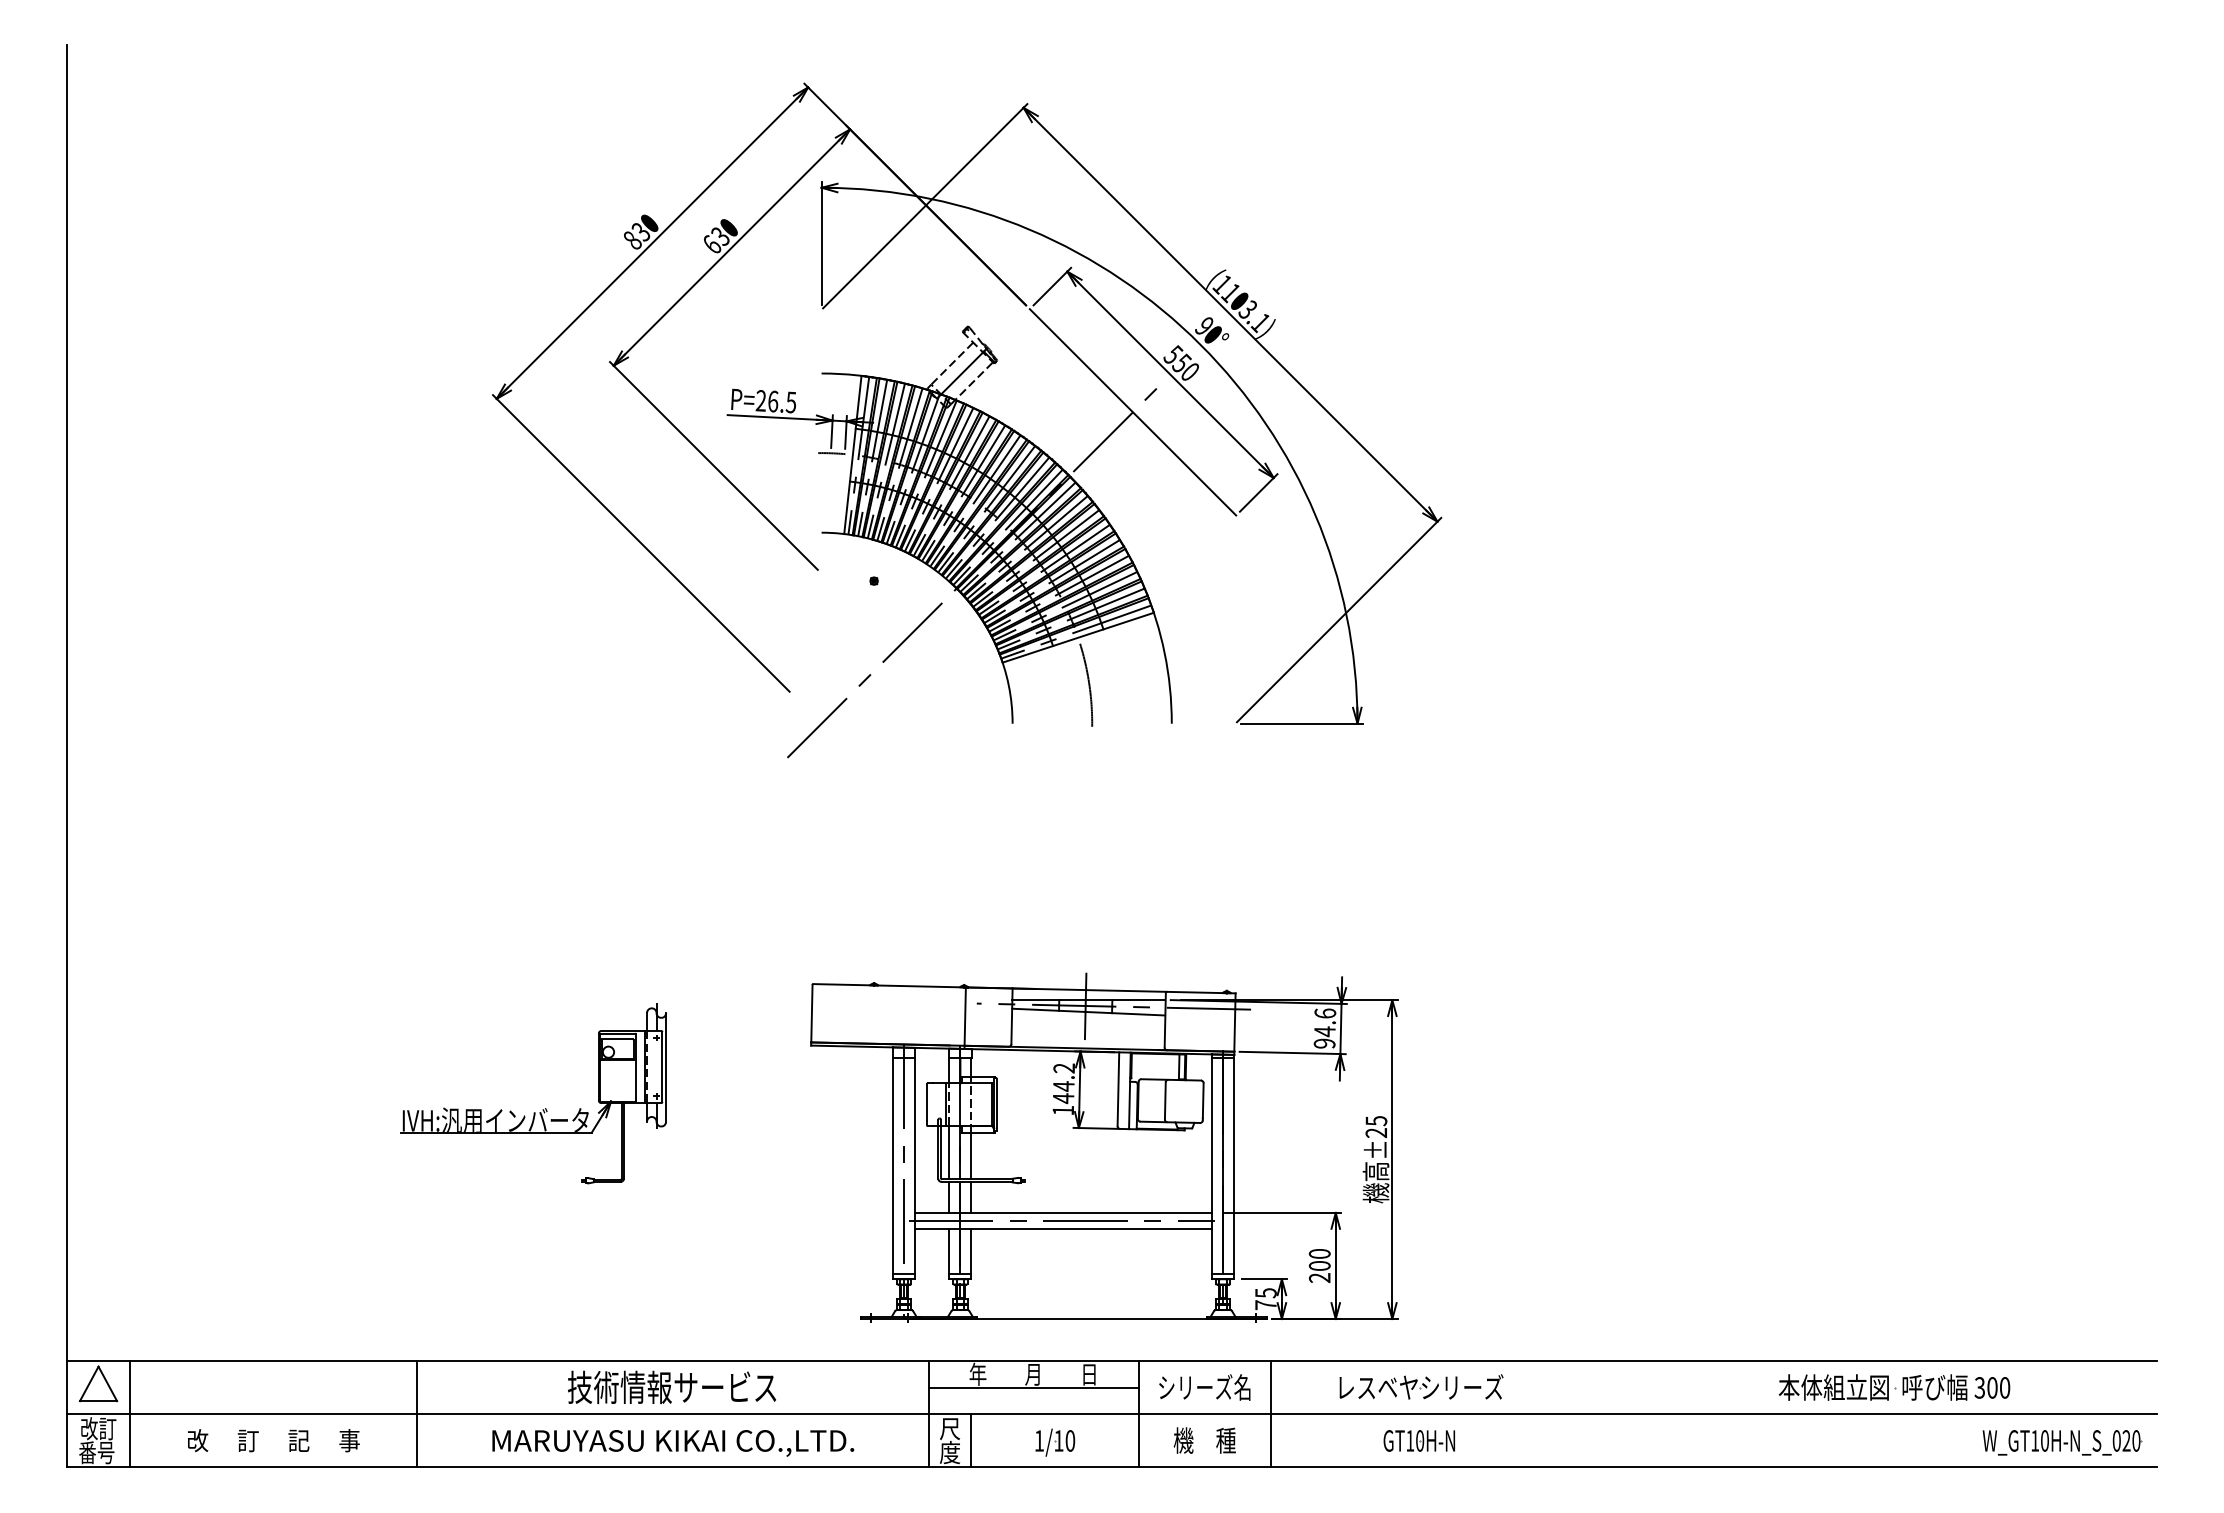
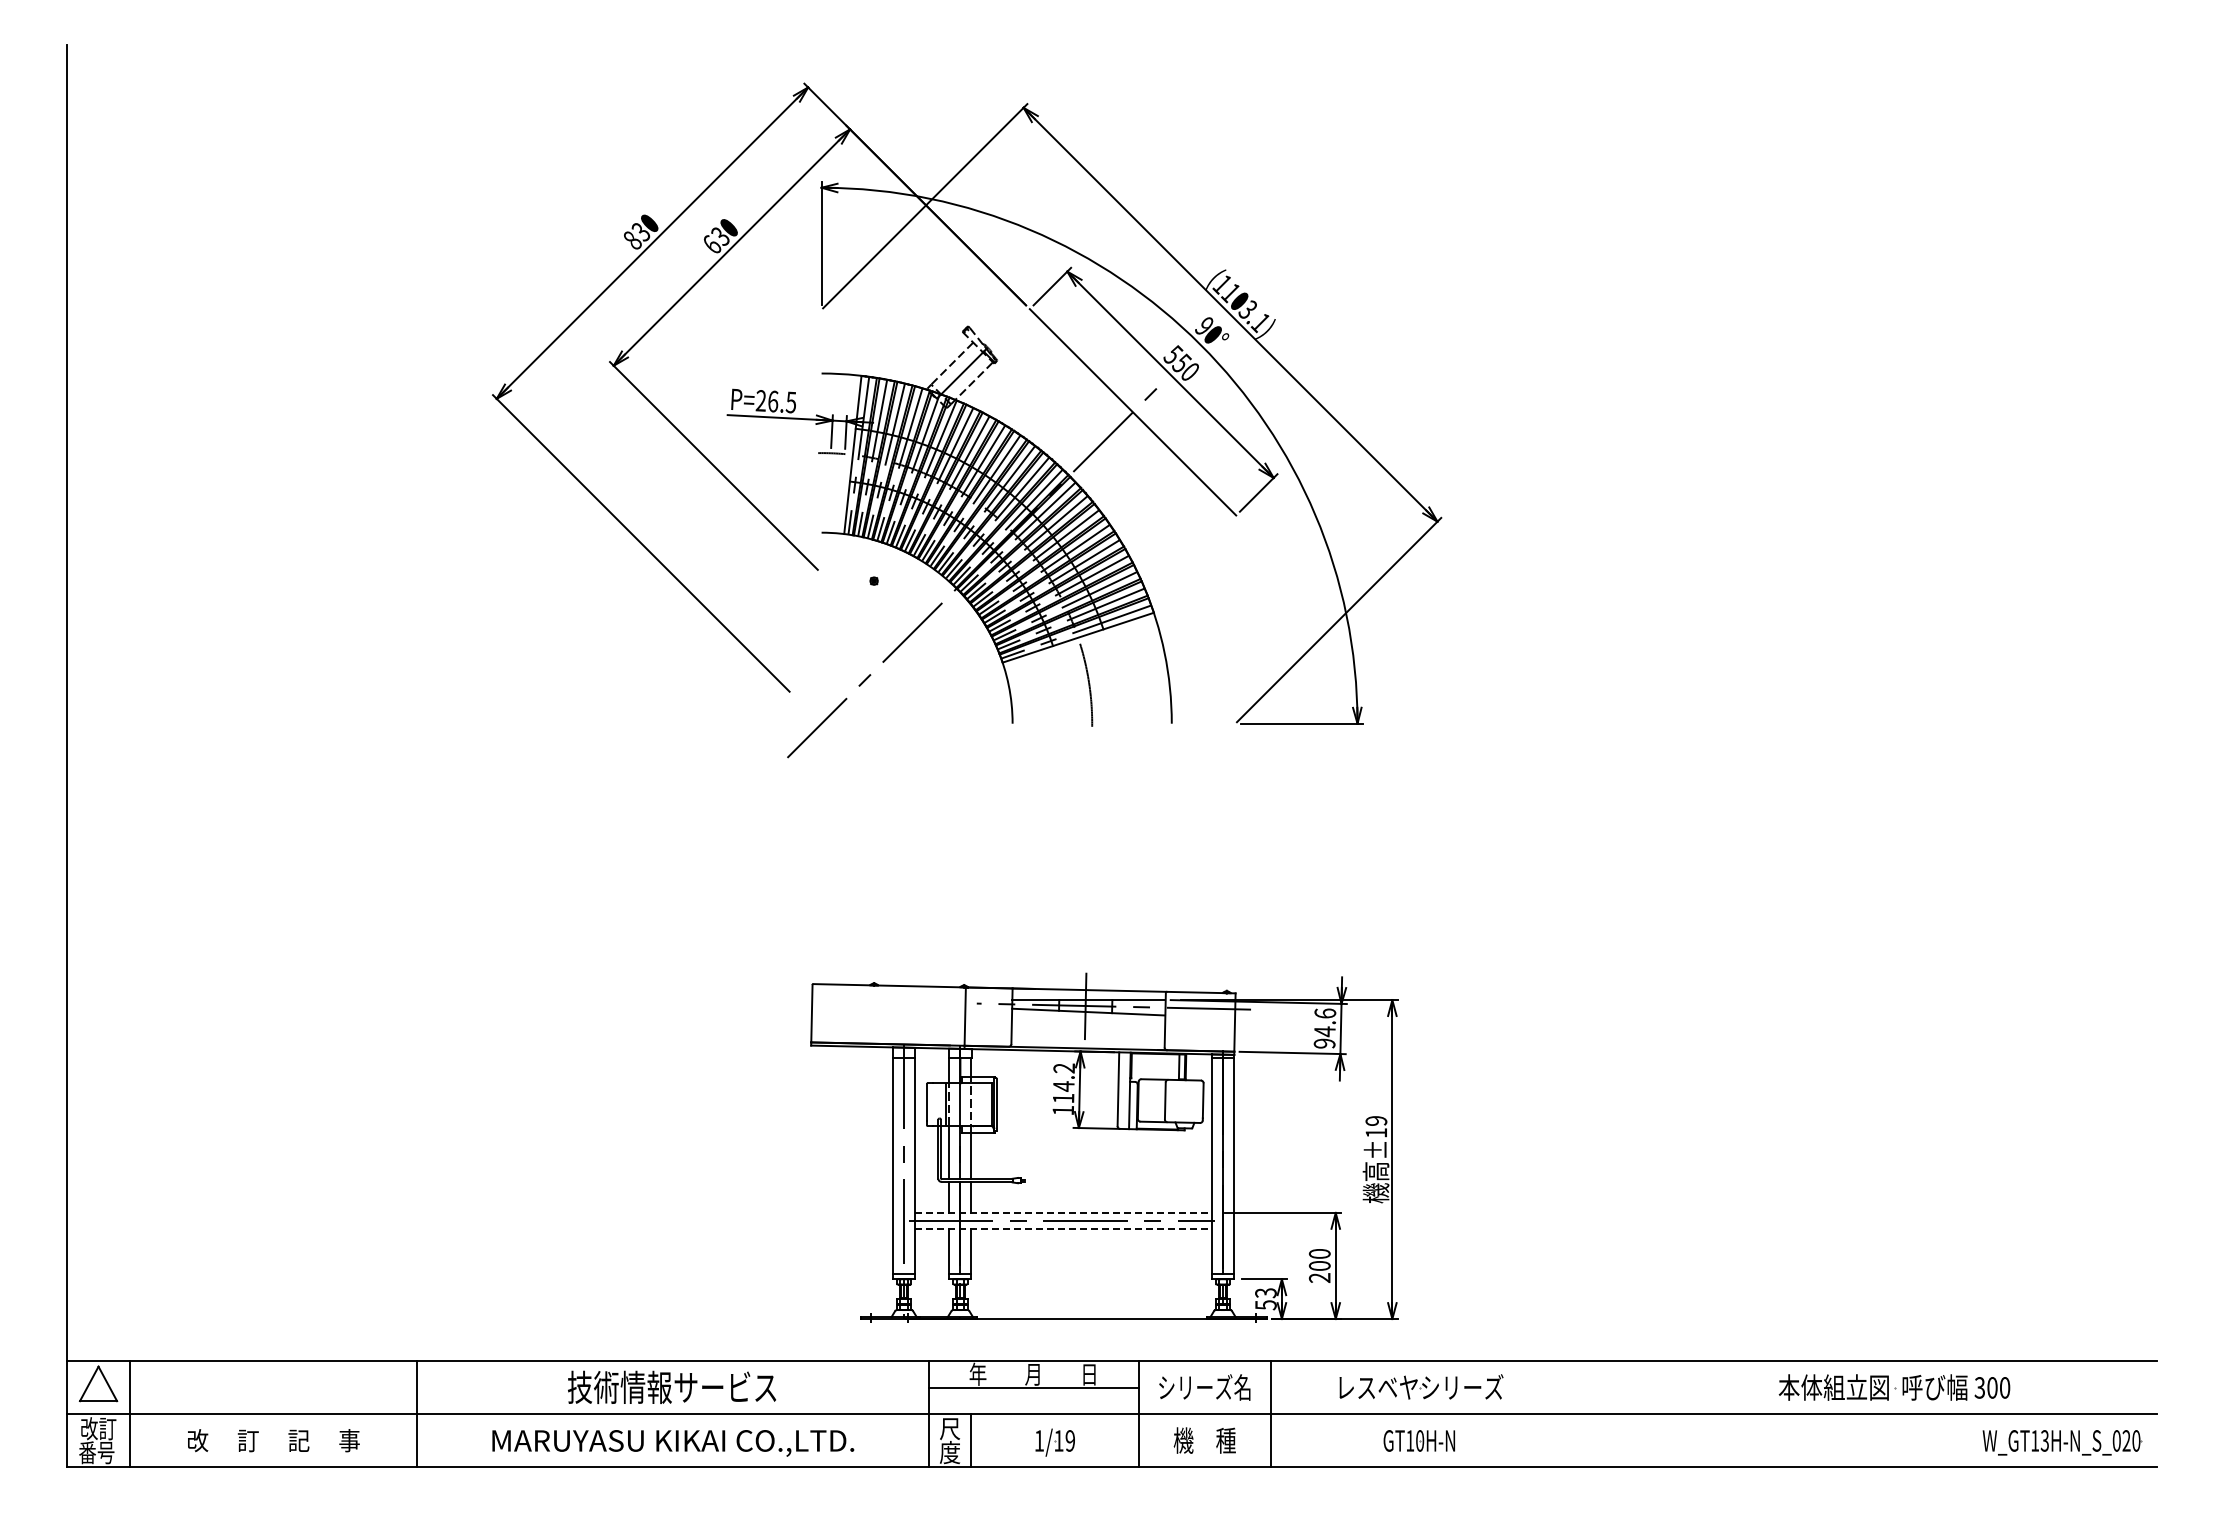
text at (1063, 1098): 144.2 -> 114.2
part at (542, 1109): present -> none
text at (1376, 1127): ±25 -> ±19
line at (1063, 1212): solid -> dashed
line at (1063, 1229): solid -> dashed
text at (1265, 1299): 75 -> 53
text at (1070, 1440): 1/10 -> 1/19
text at (2044, 1440): W_GT10H-N_S_020 -> W_GT13H-N_S_020
